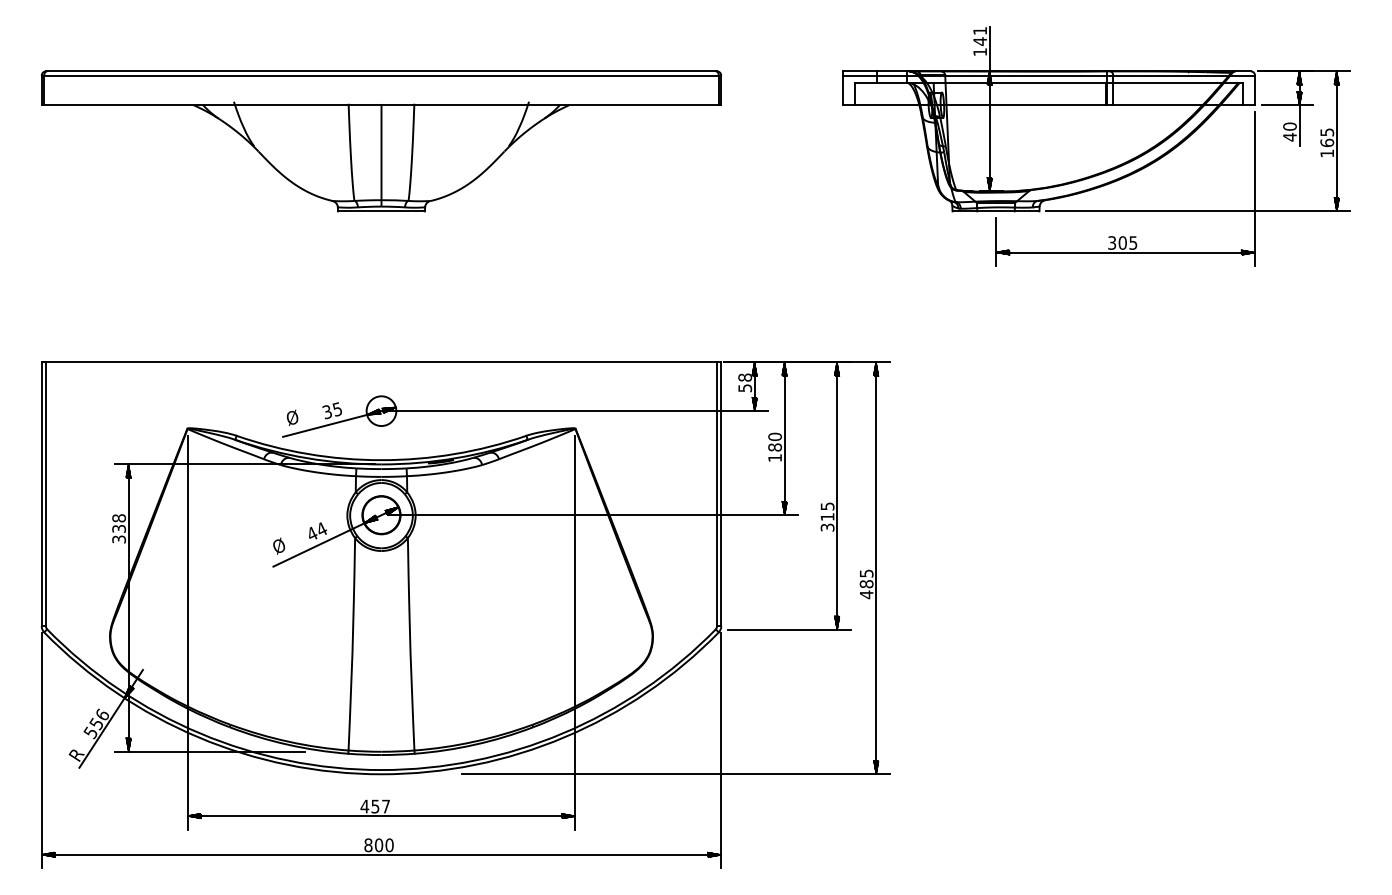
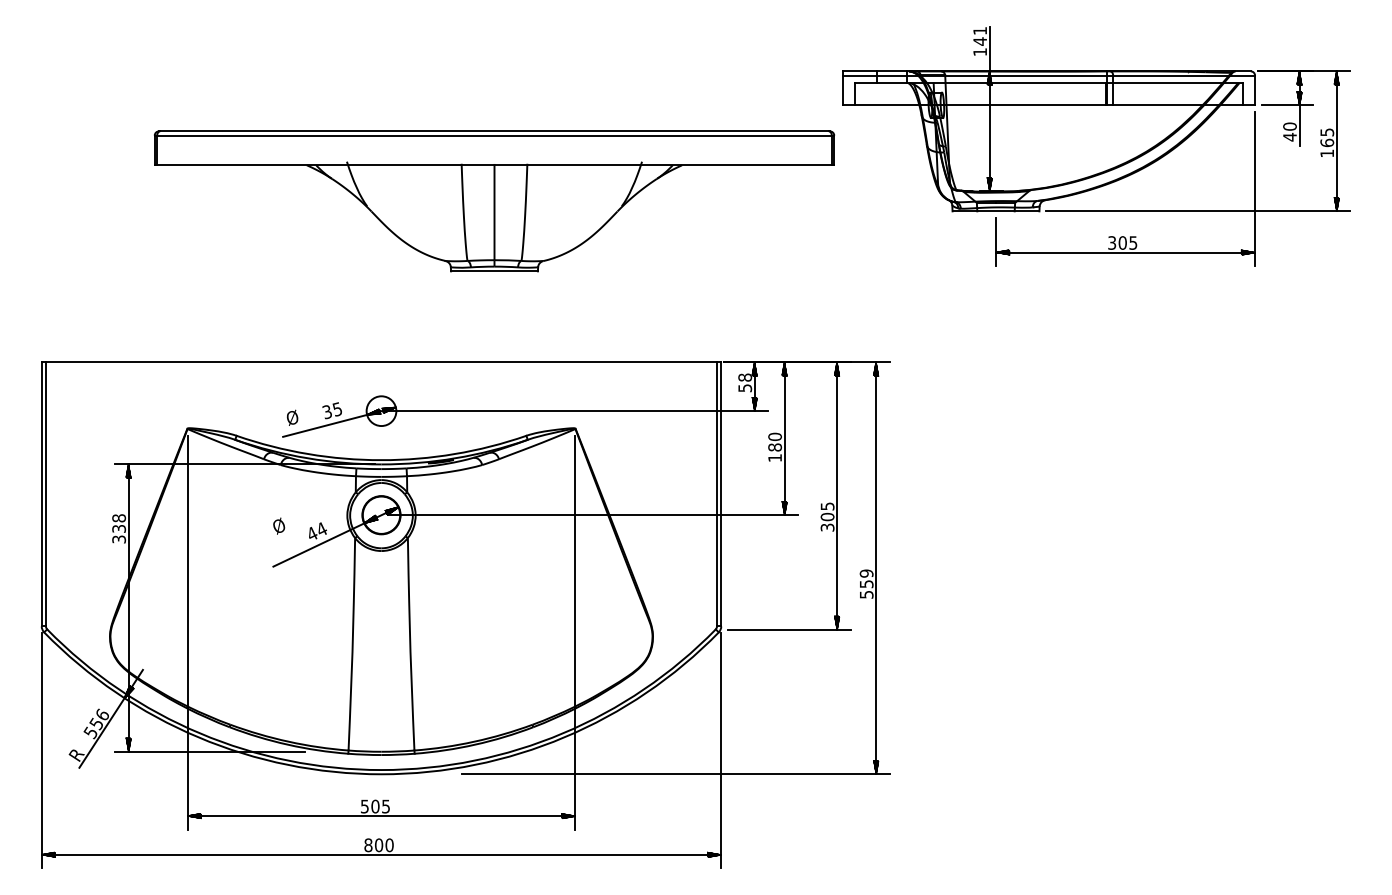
part at (381, 141) position: (381, 141) -> (494, 201)
text at (827, 516): 315 -> 305
text at (279, 545) position: (279, 545) -> (279, 525)
text at (866, 584): 485 -> 559
text at (374, 806): 457 -> 505
